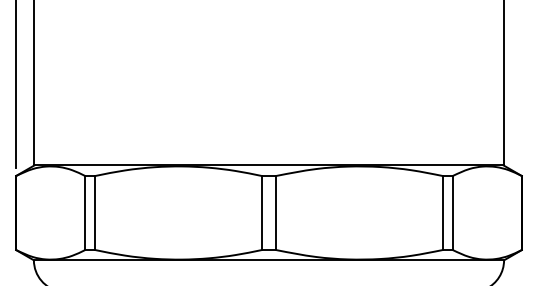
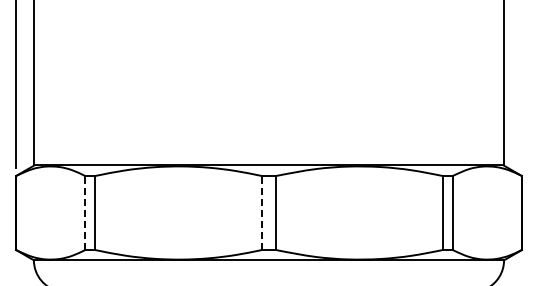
line at (85, 212): solid -> dashed
line at (261, 212): solid -> dashed
